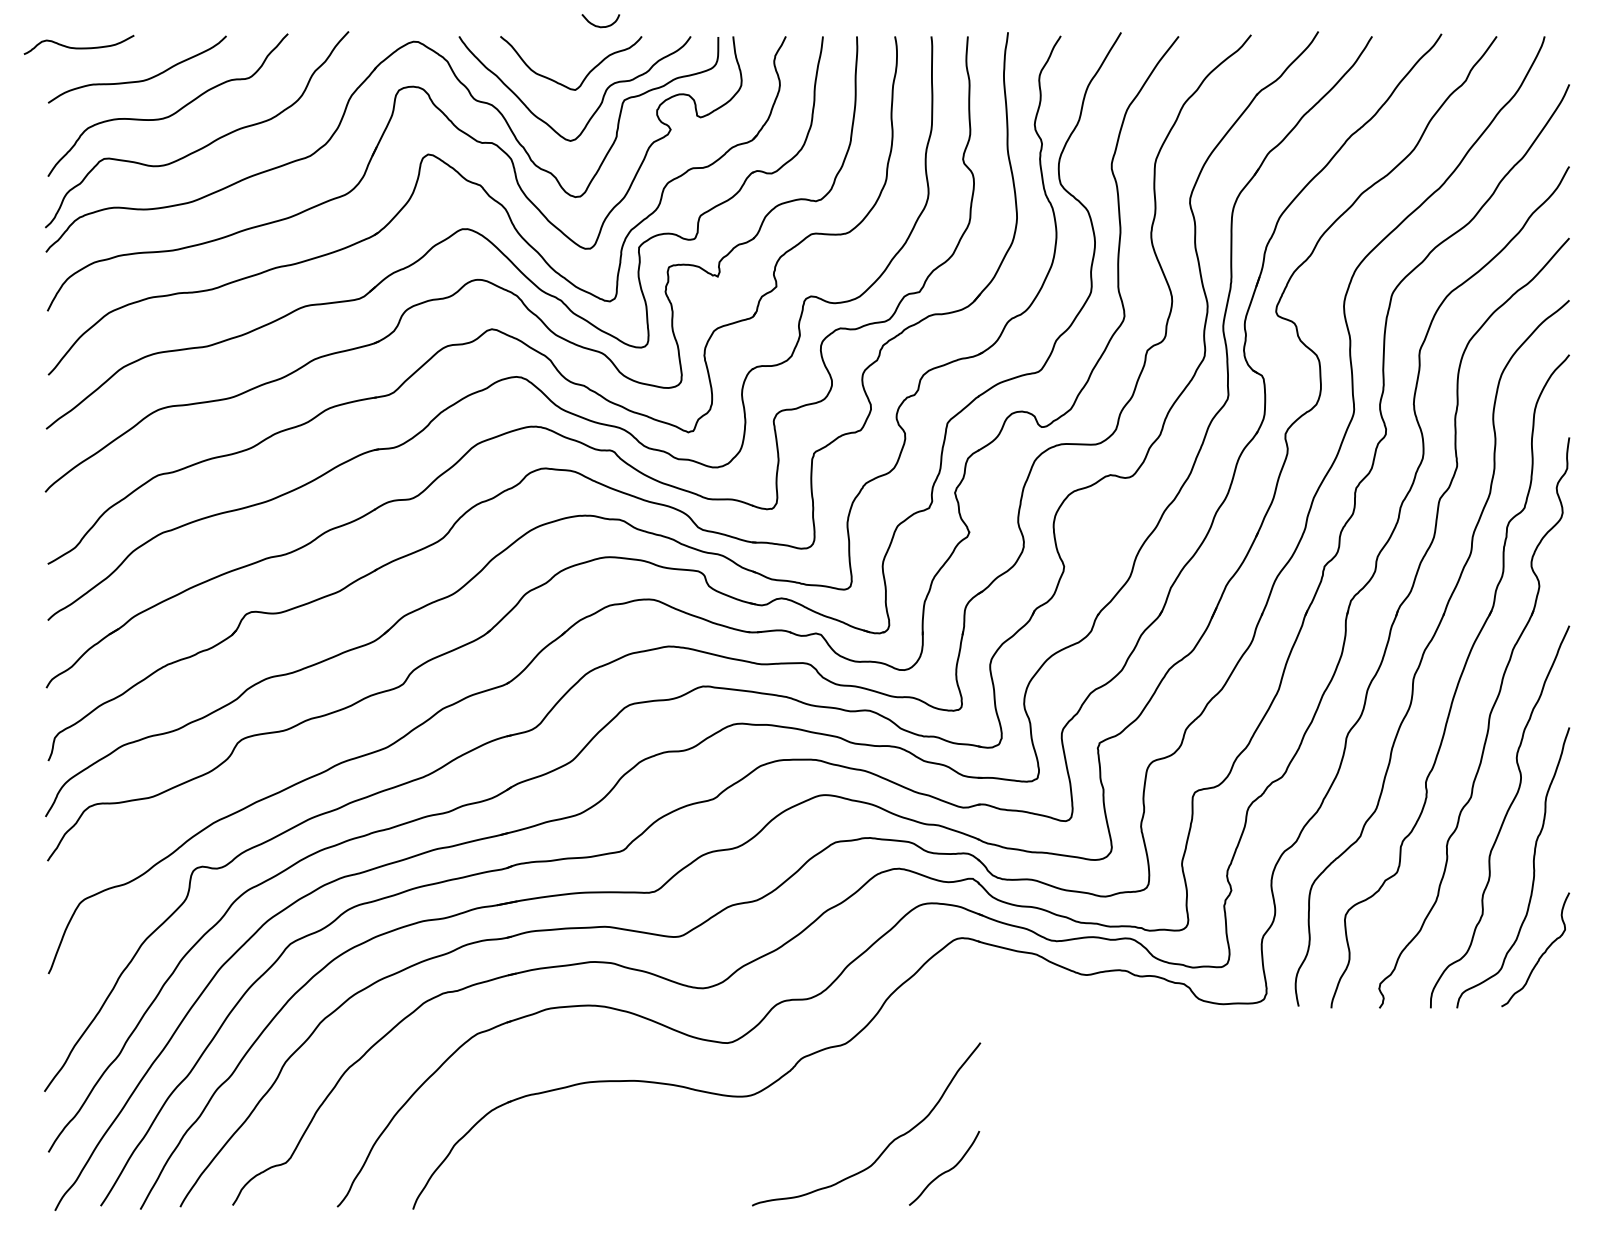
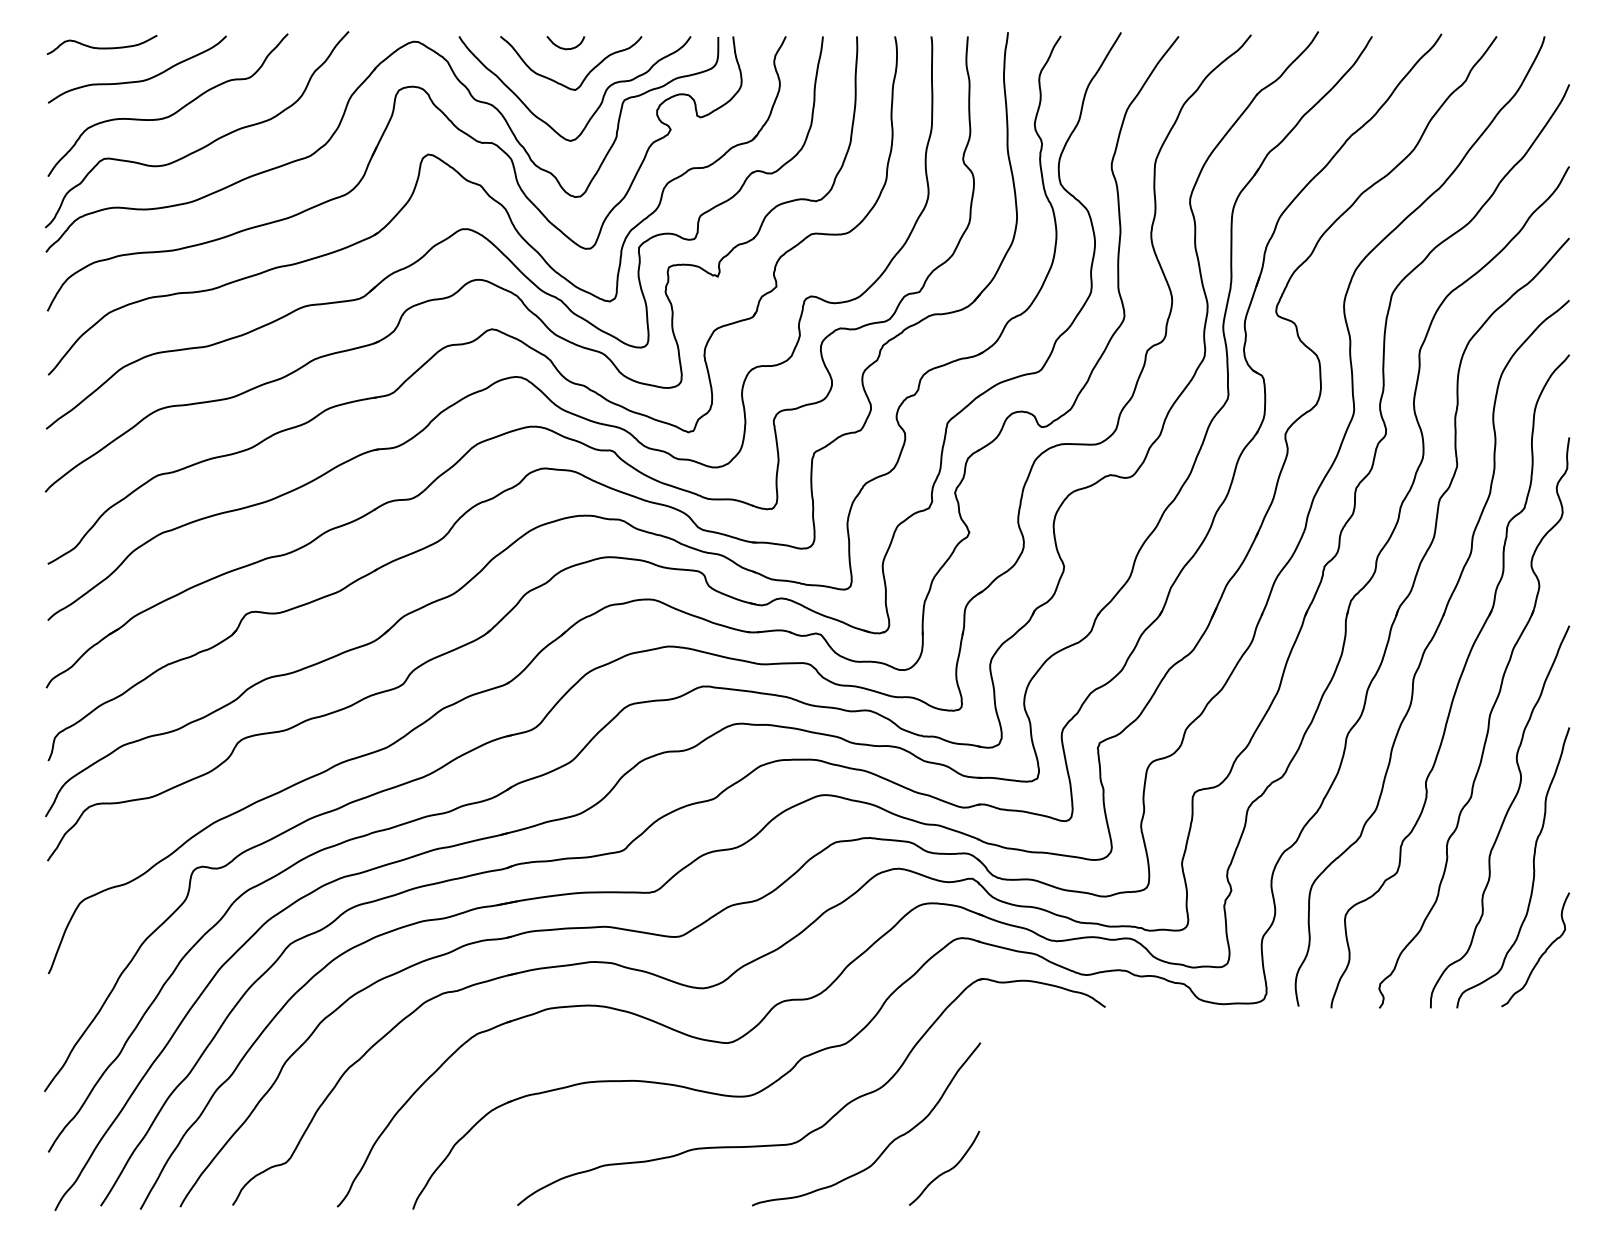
curve at (598, 25) position: (598, 25) -> (563, 47)
curve at (78, 47) position: (78, 47) -> (101, 47)
part at (830, 1117): none -> present
